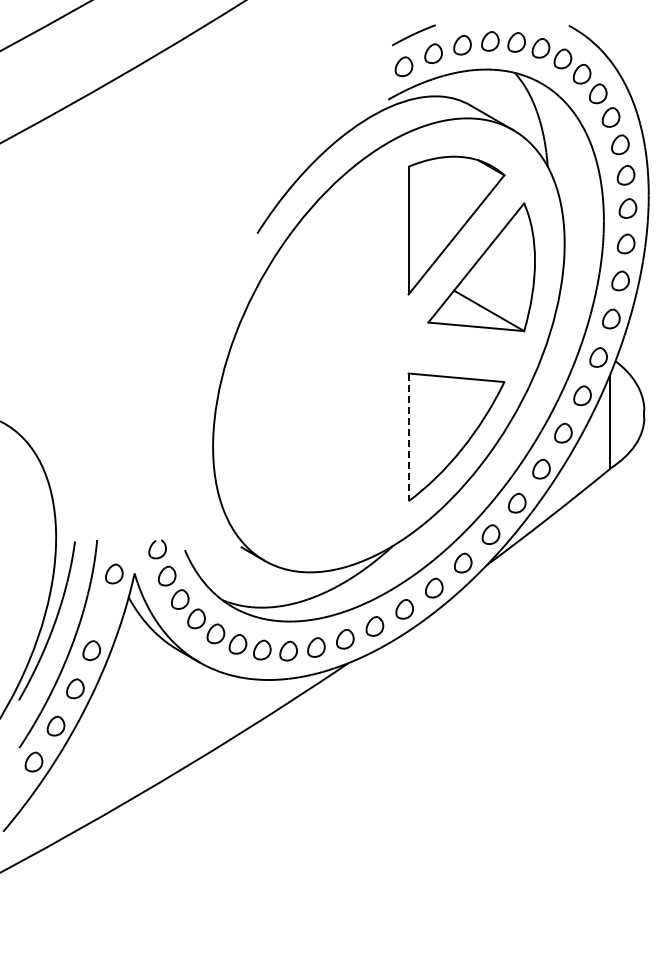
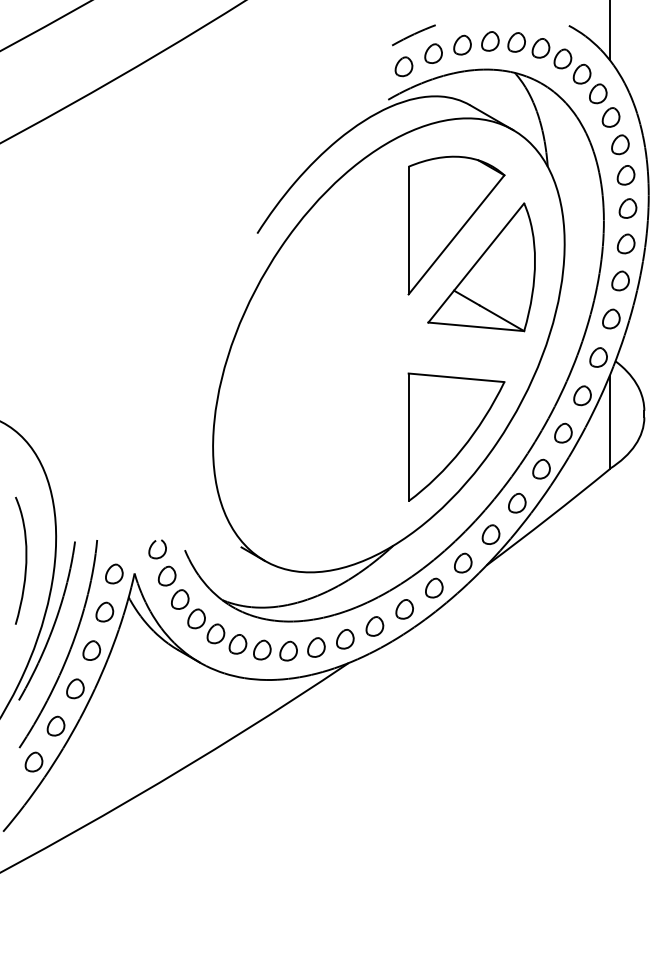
line at (609, 30): none -> present
line at (408, 437): dashed -> solid
curve at (25, 560): none -> present
part at (104, 611): none -> present
